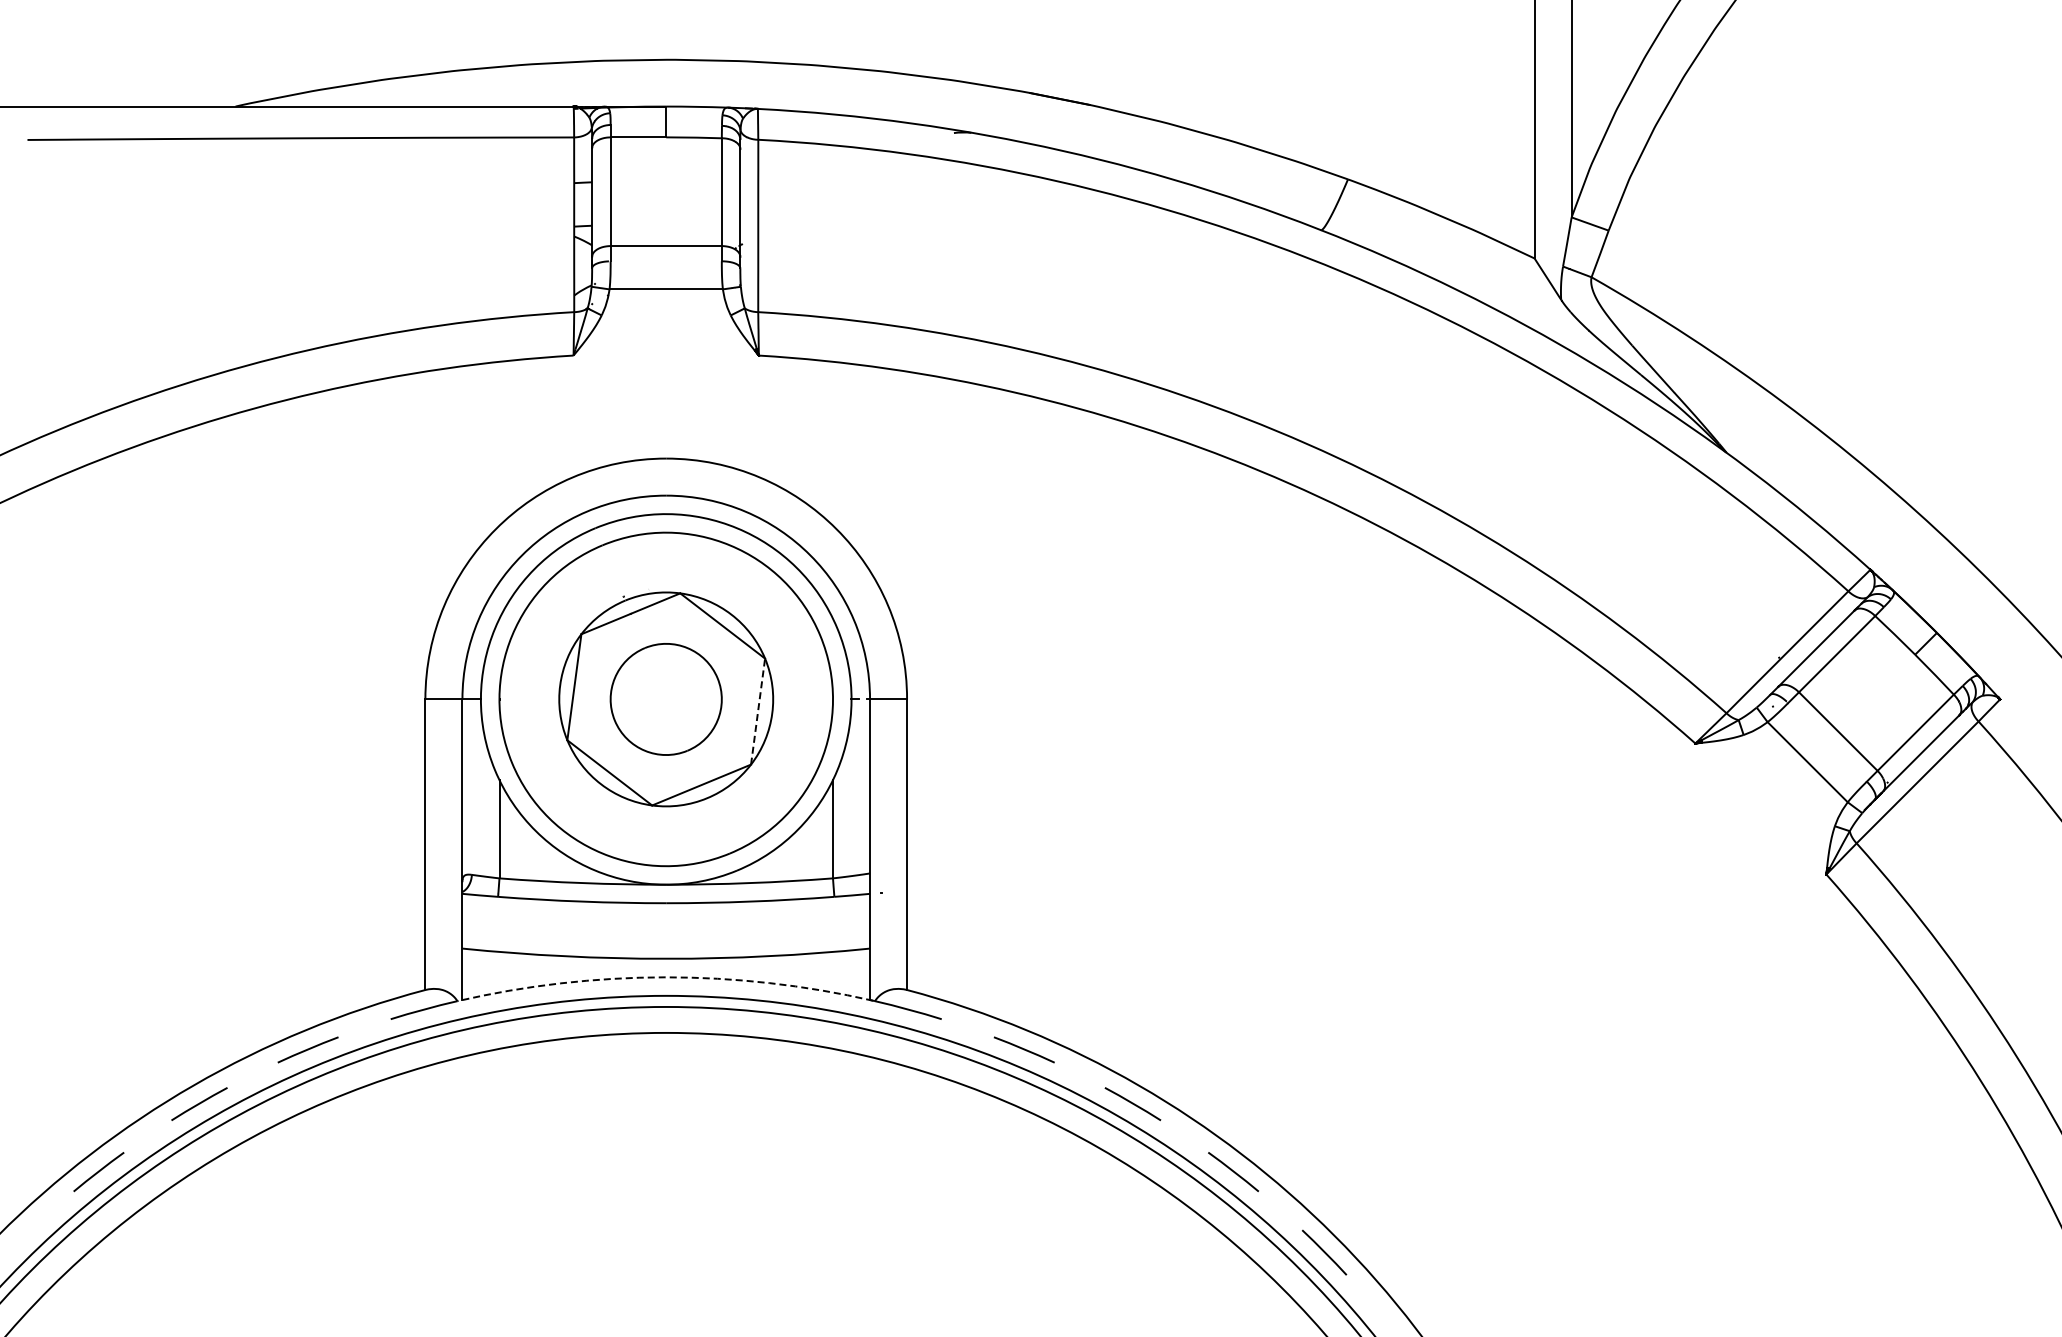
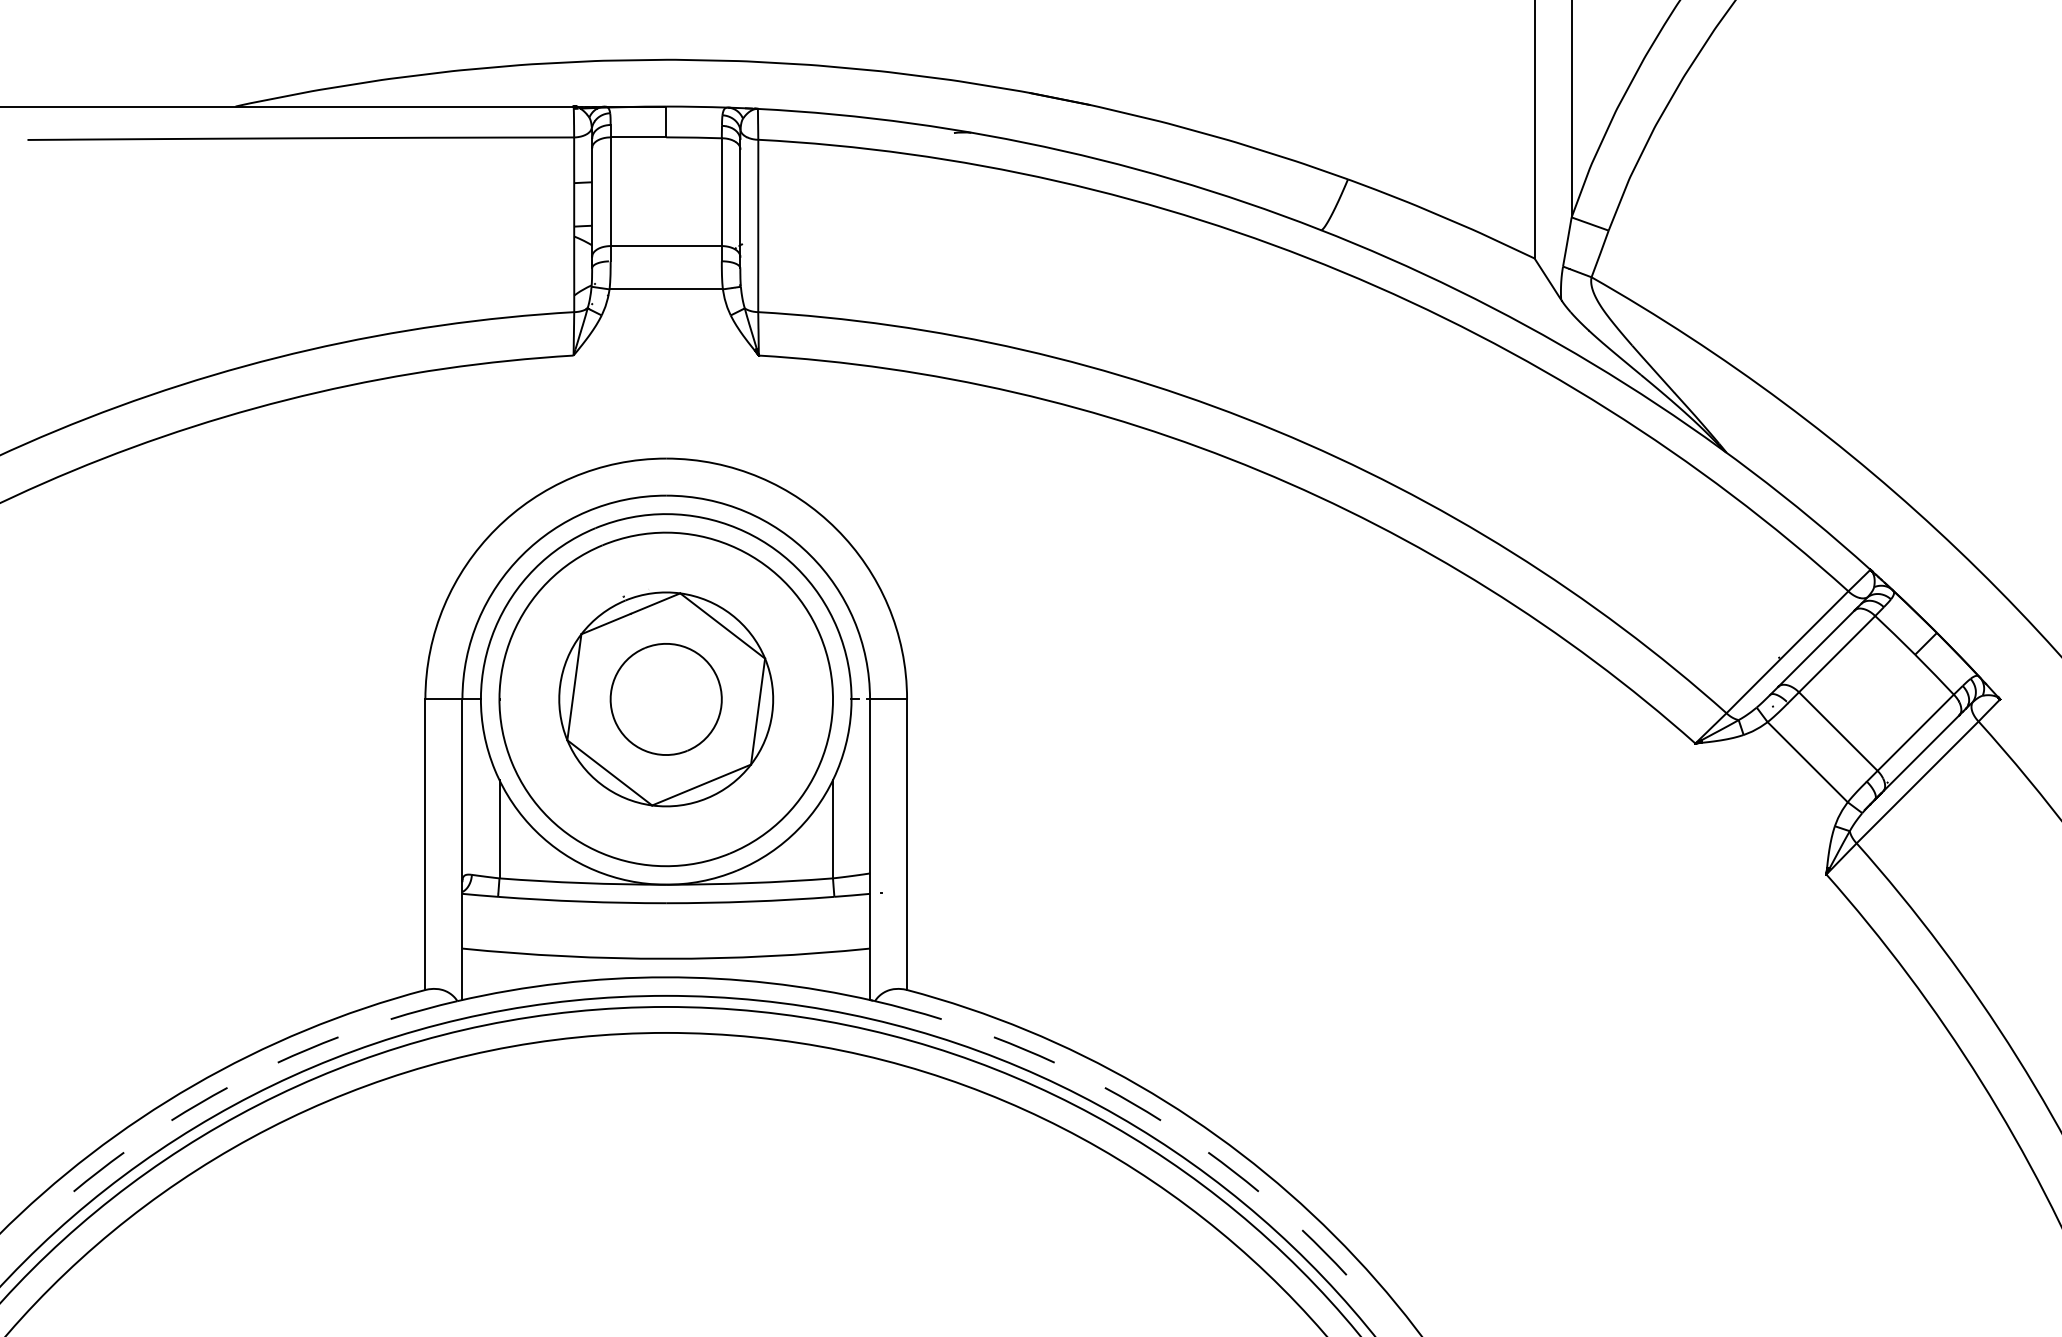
line at (758, 711): dashed -> solid
arc at (665, 977): dashed -> solid
